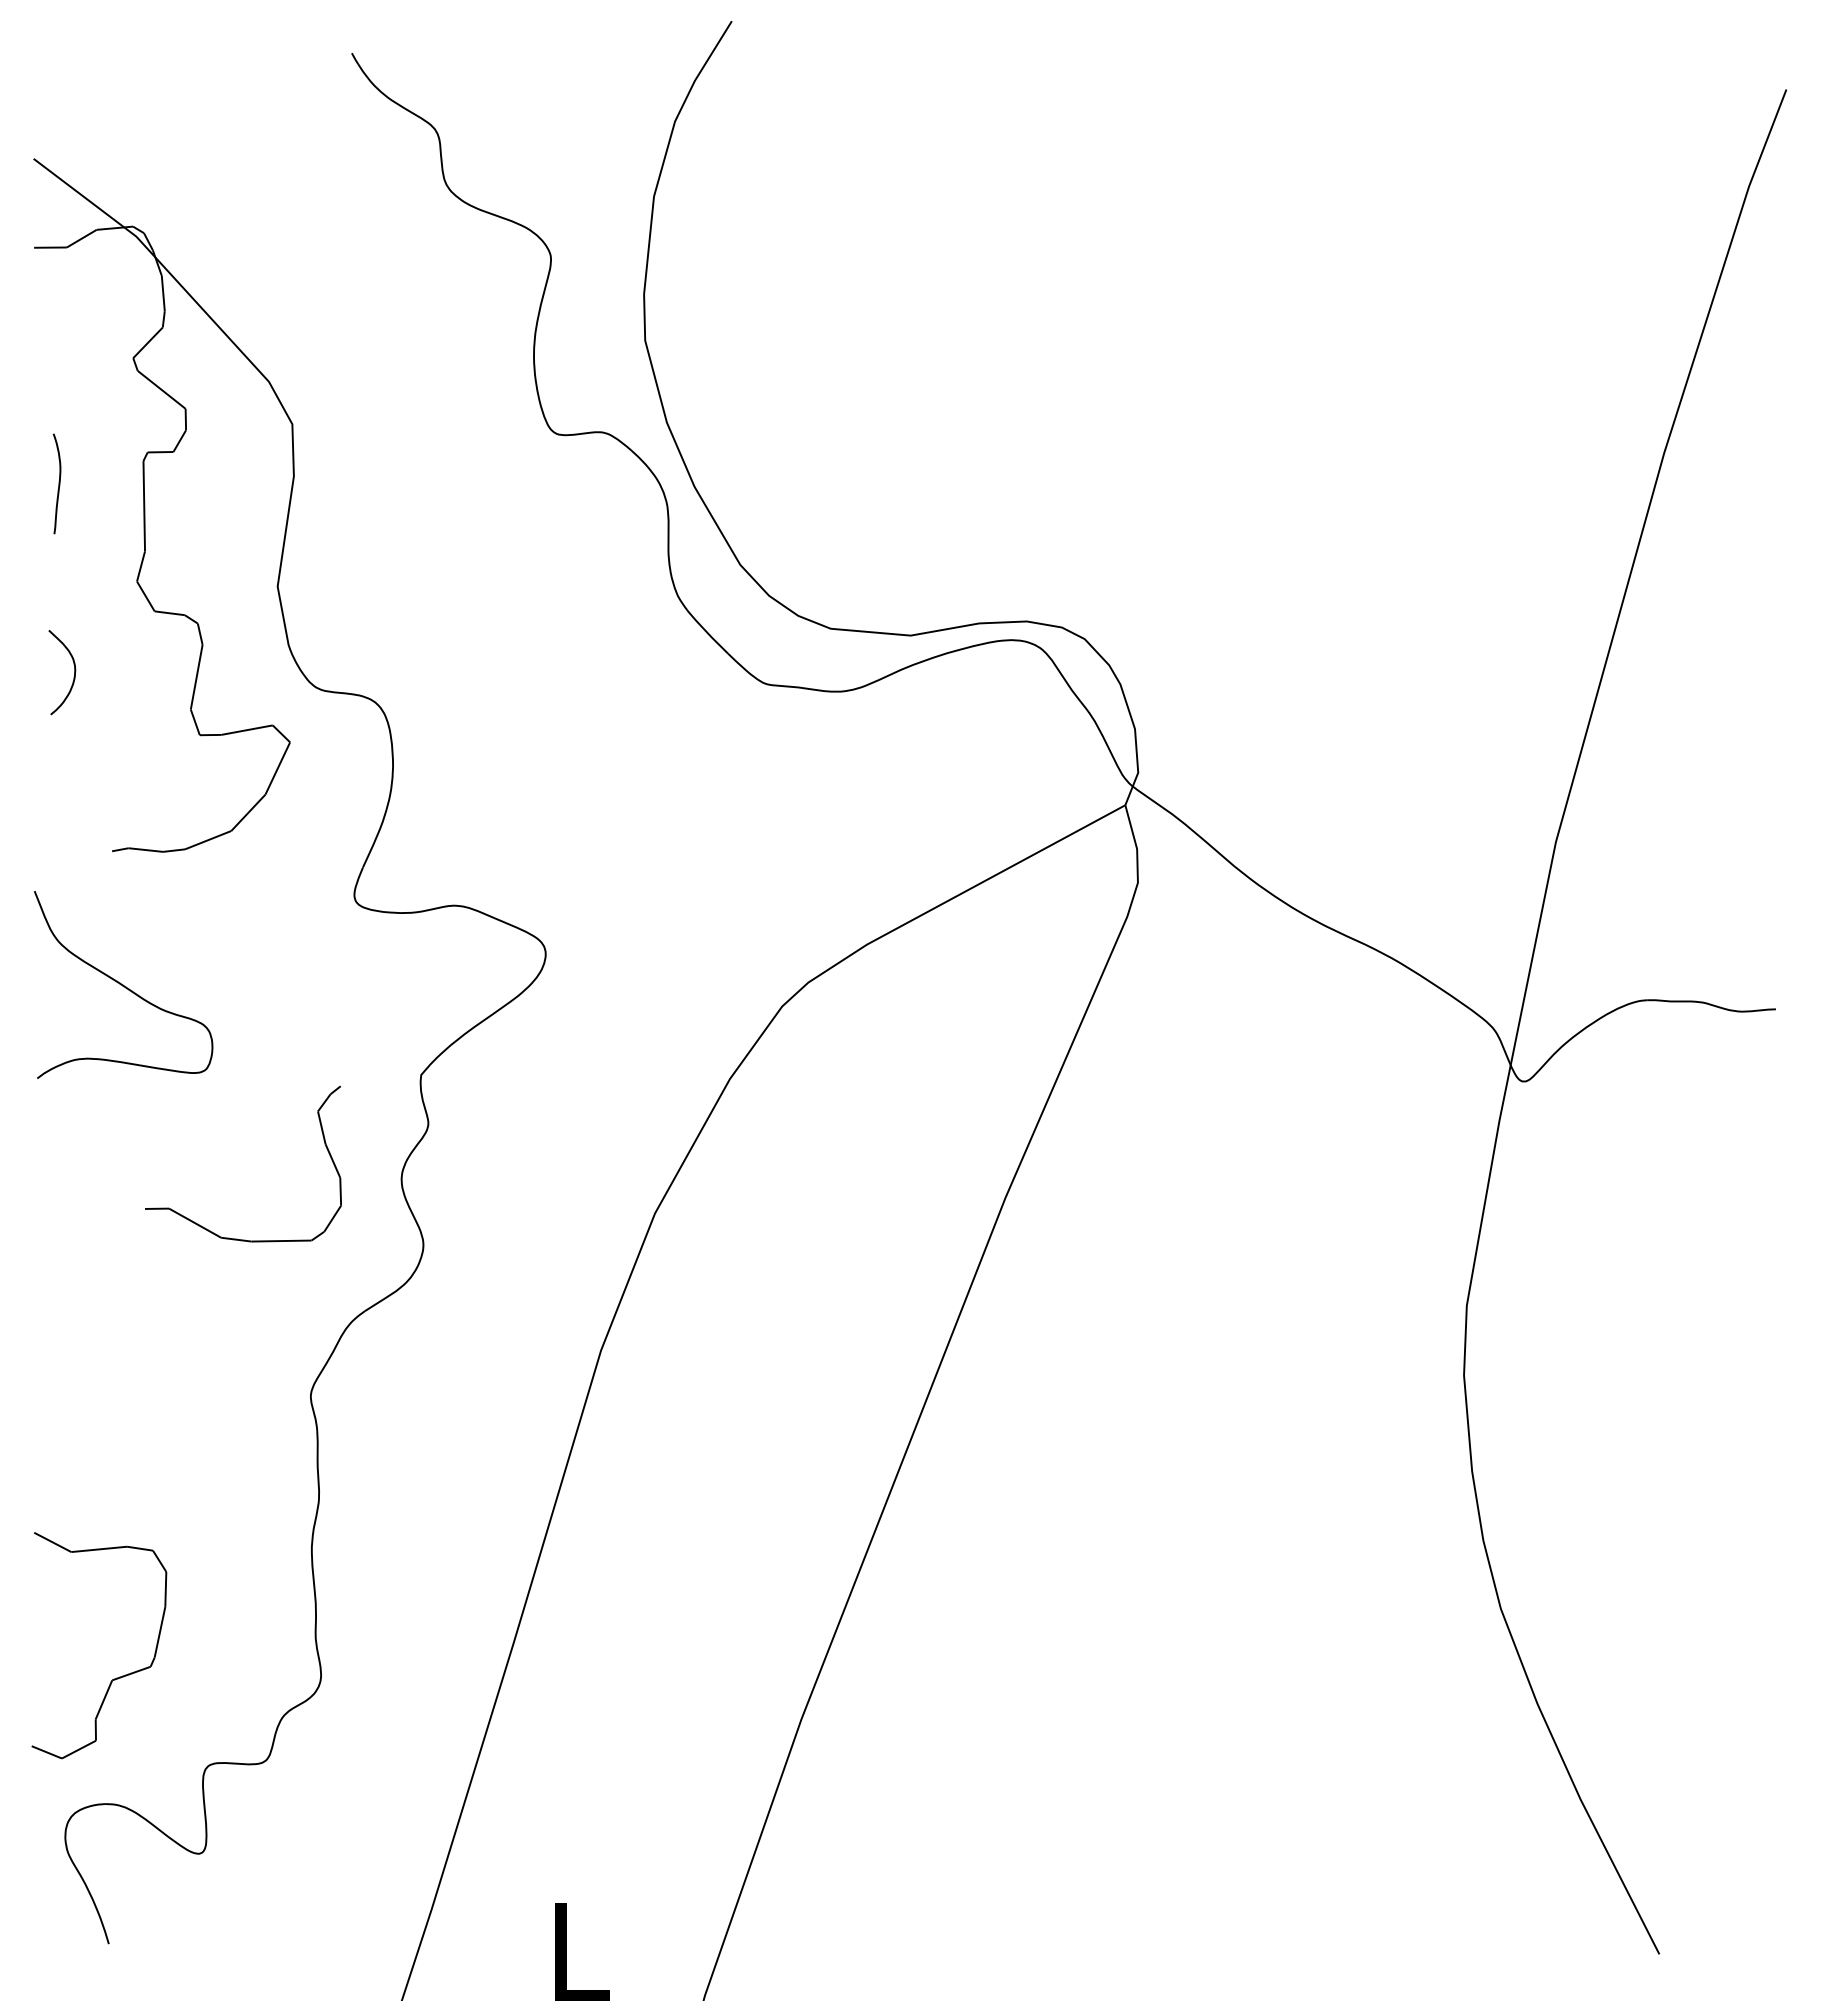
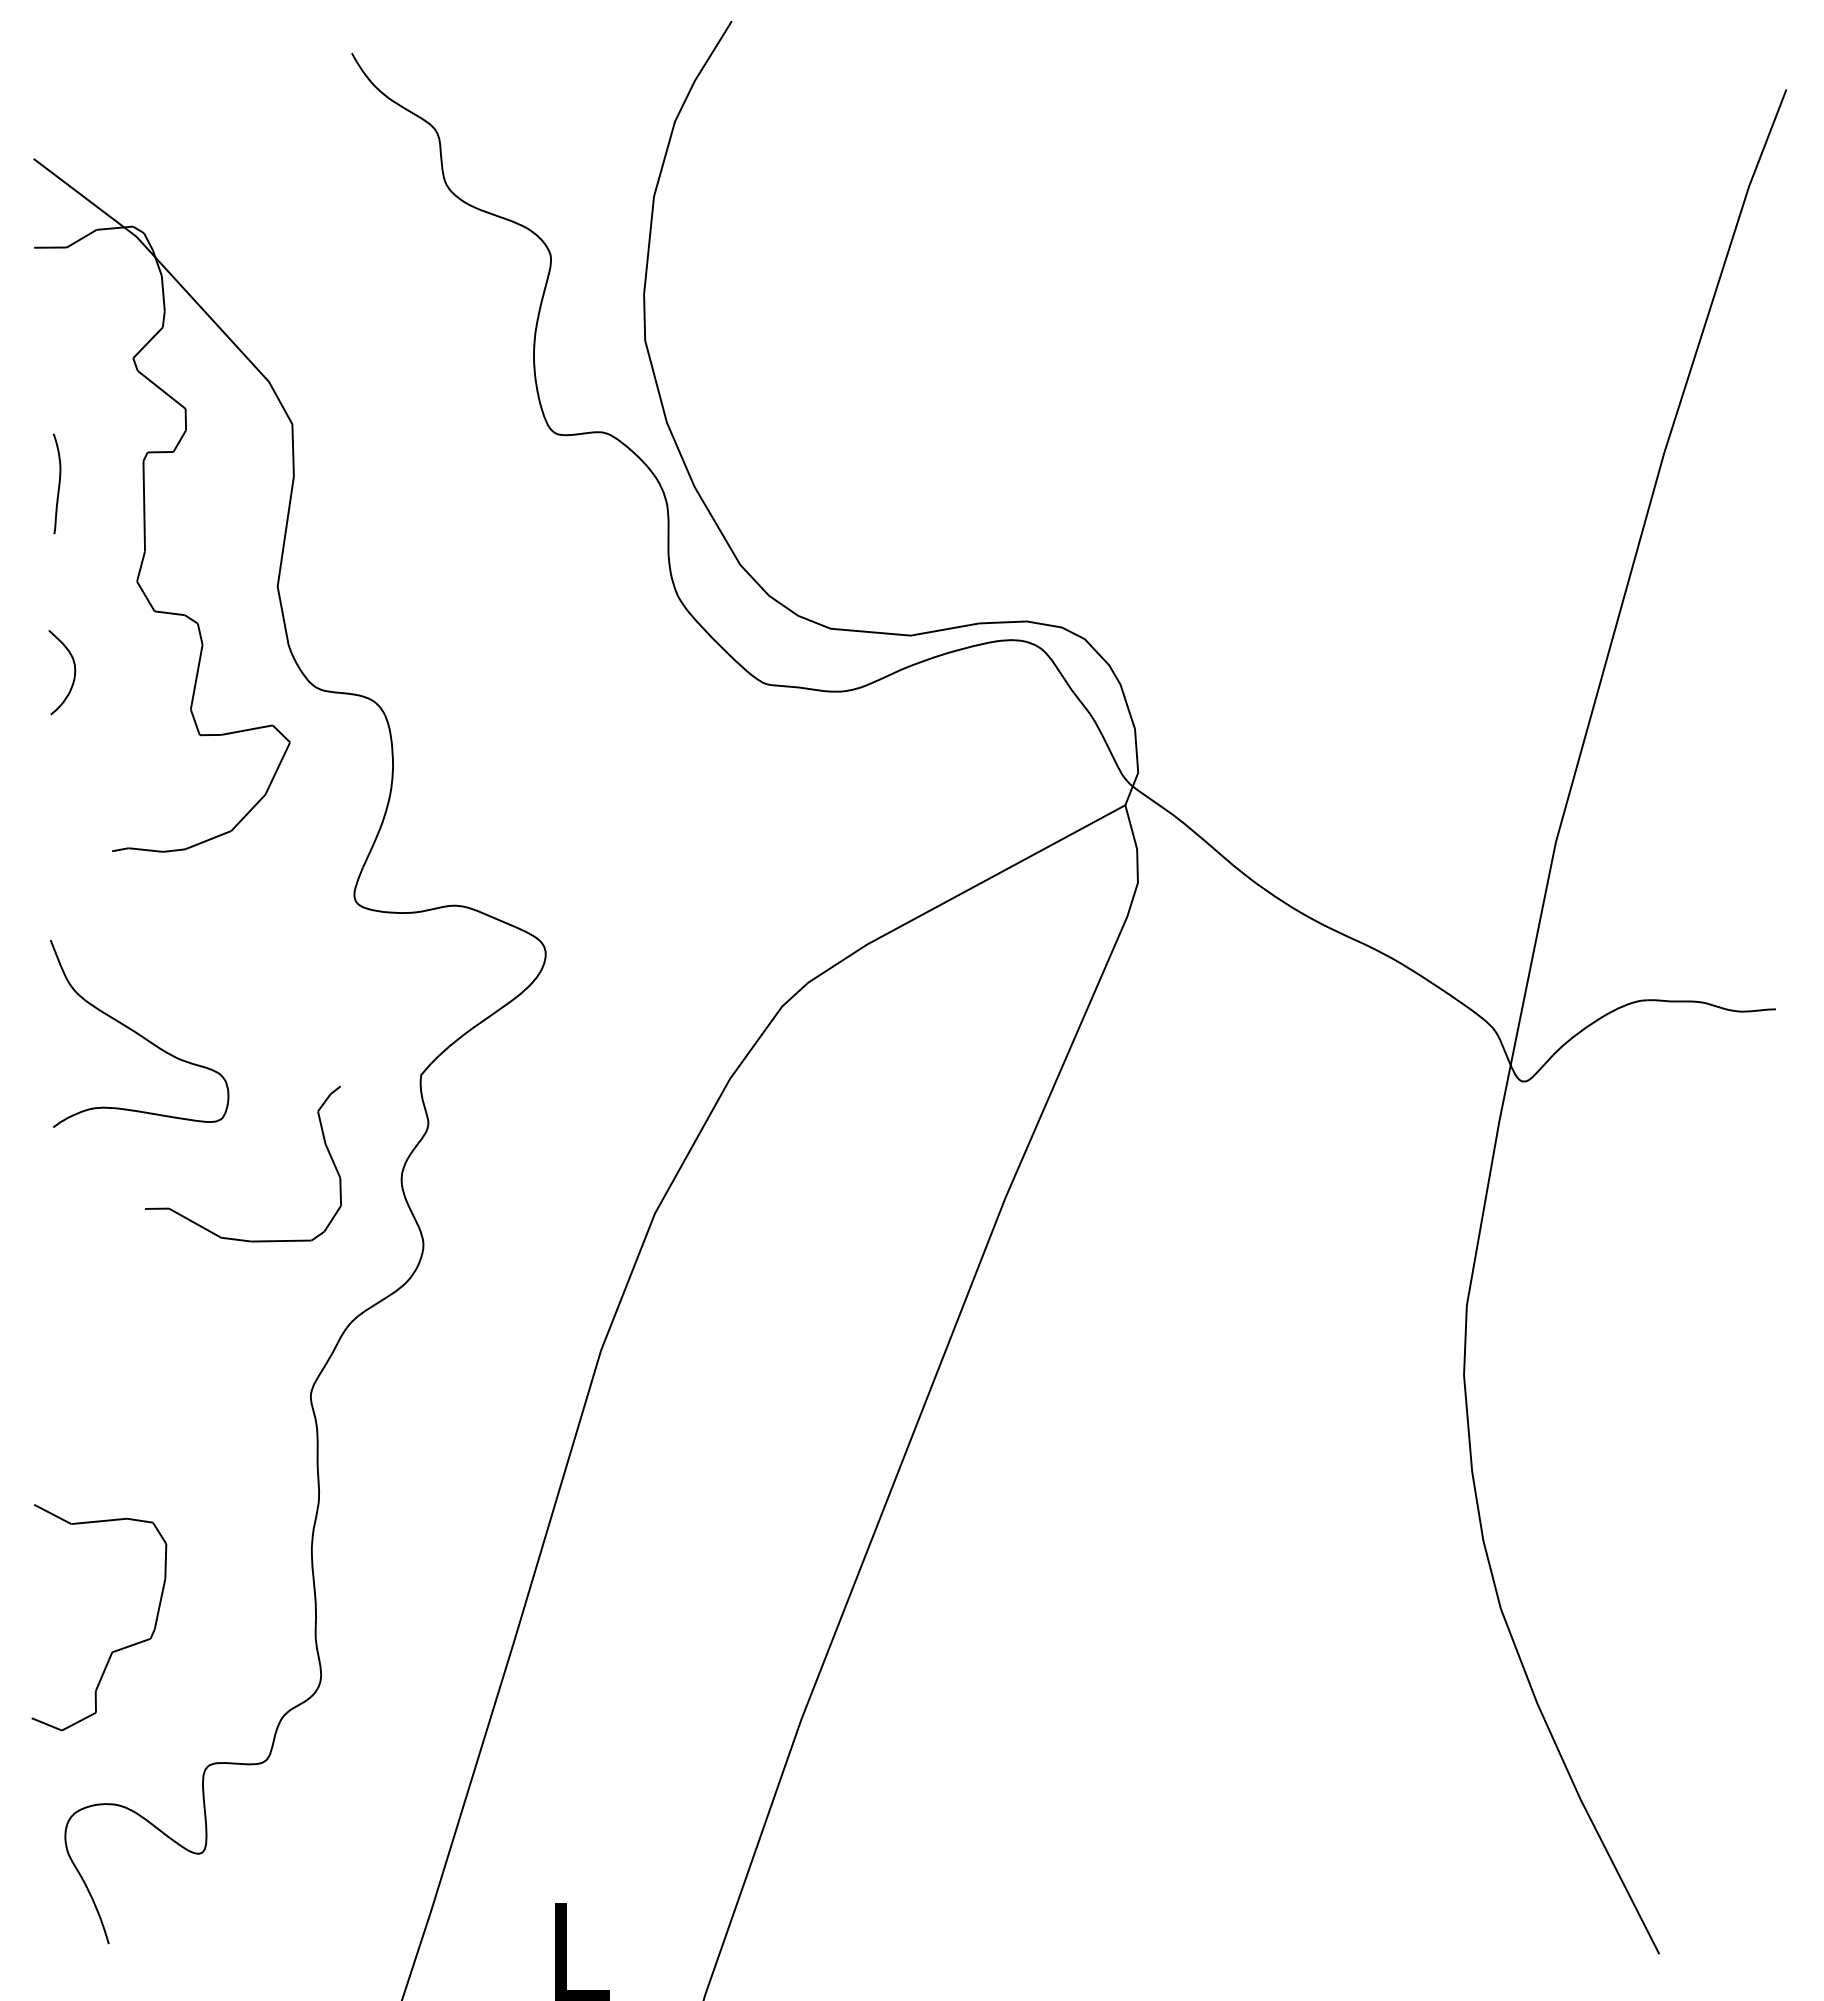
curve at (123, 984) position: (123, 984) -> (139, 1033)
curve at (116, 1677) position: (116, 1677) -> (116, 1649)
